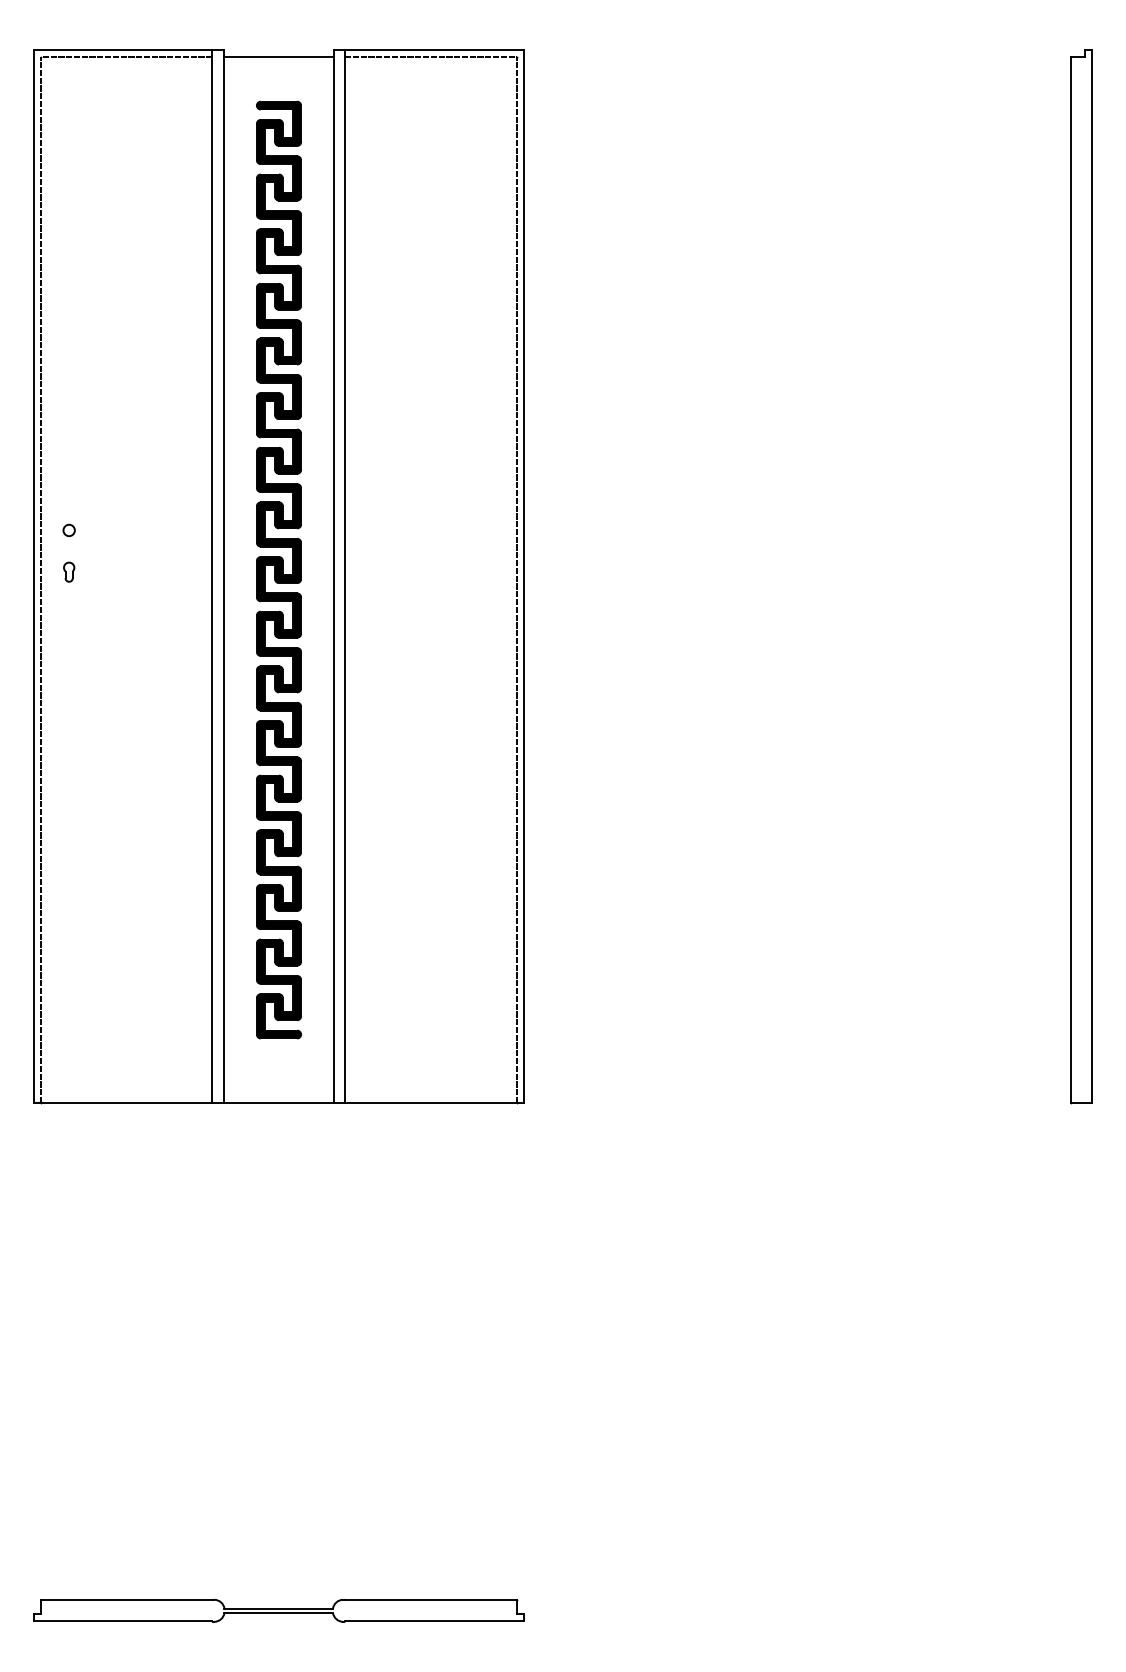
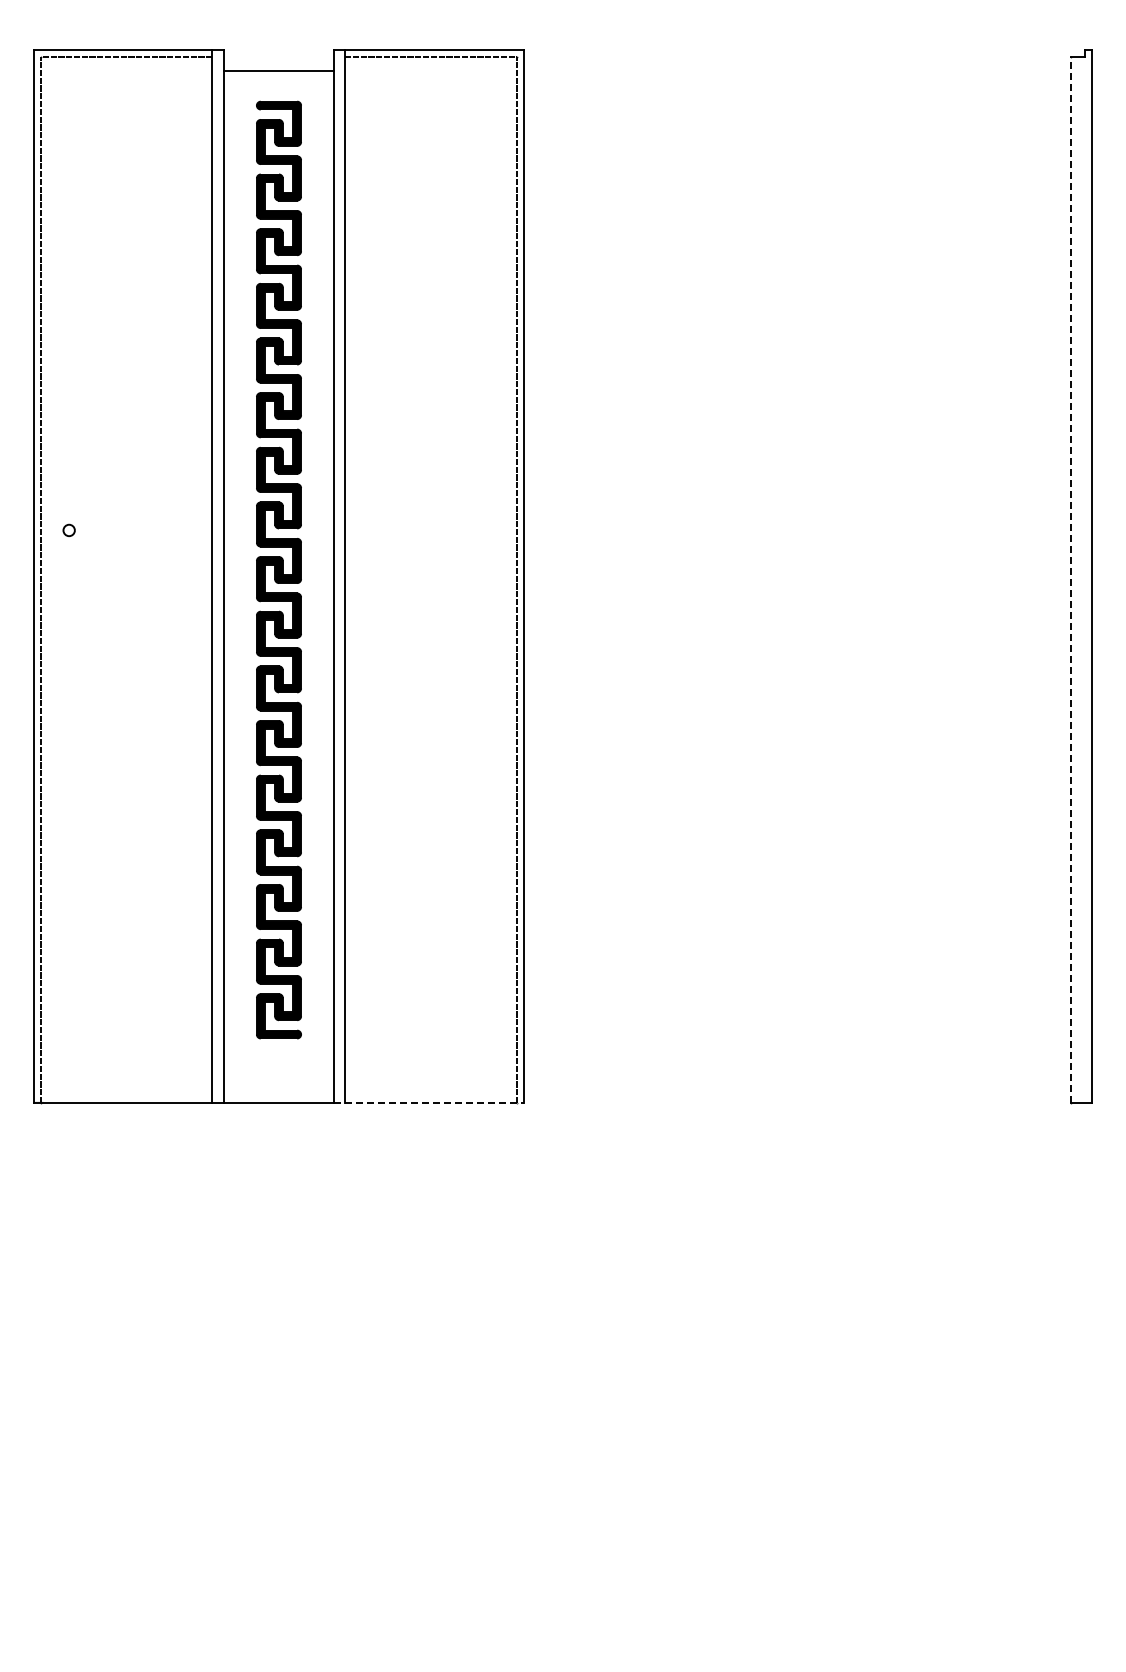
line at (278, 57) position: (278, 57) -> (278, 71)
part at (69, 571): present -> none
line at (1071, 579): solid -> dashed
line at (429, 1103): solid -> dashed
part at (278, 1610): present -> none
